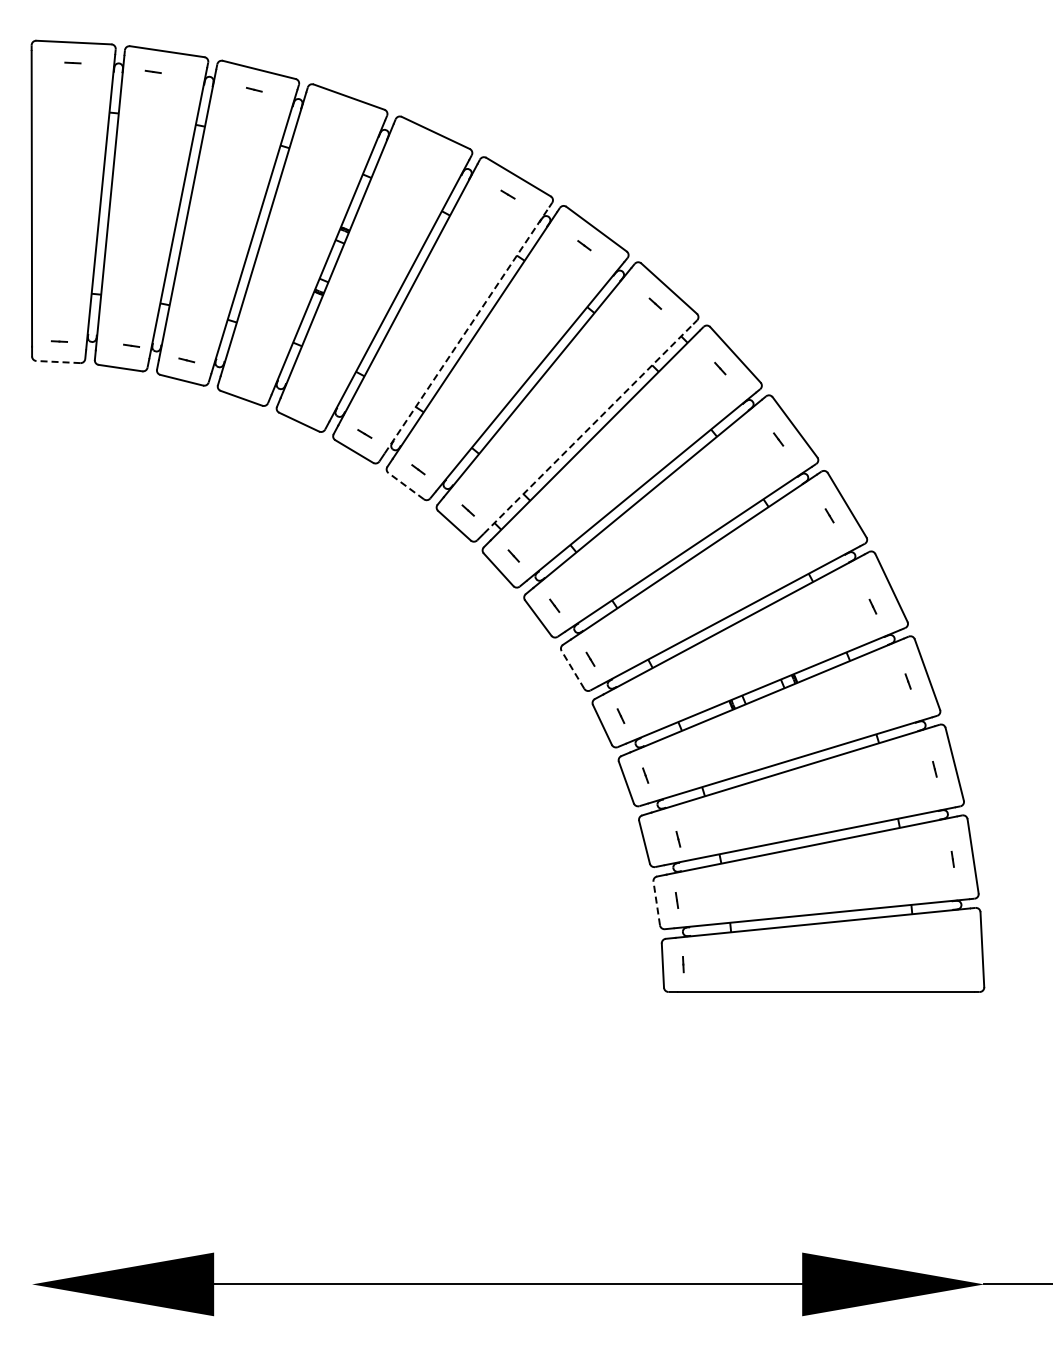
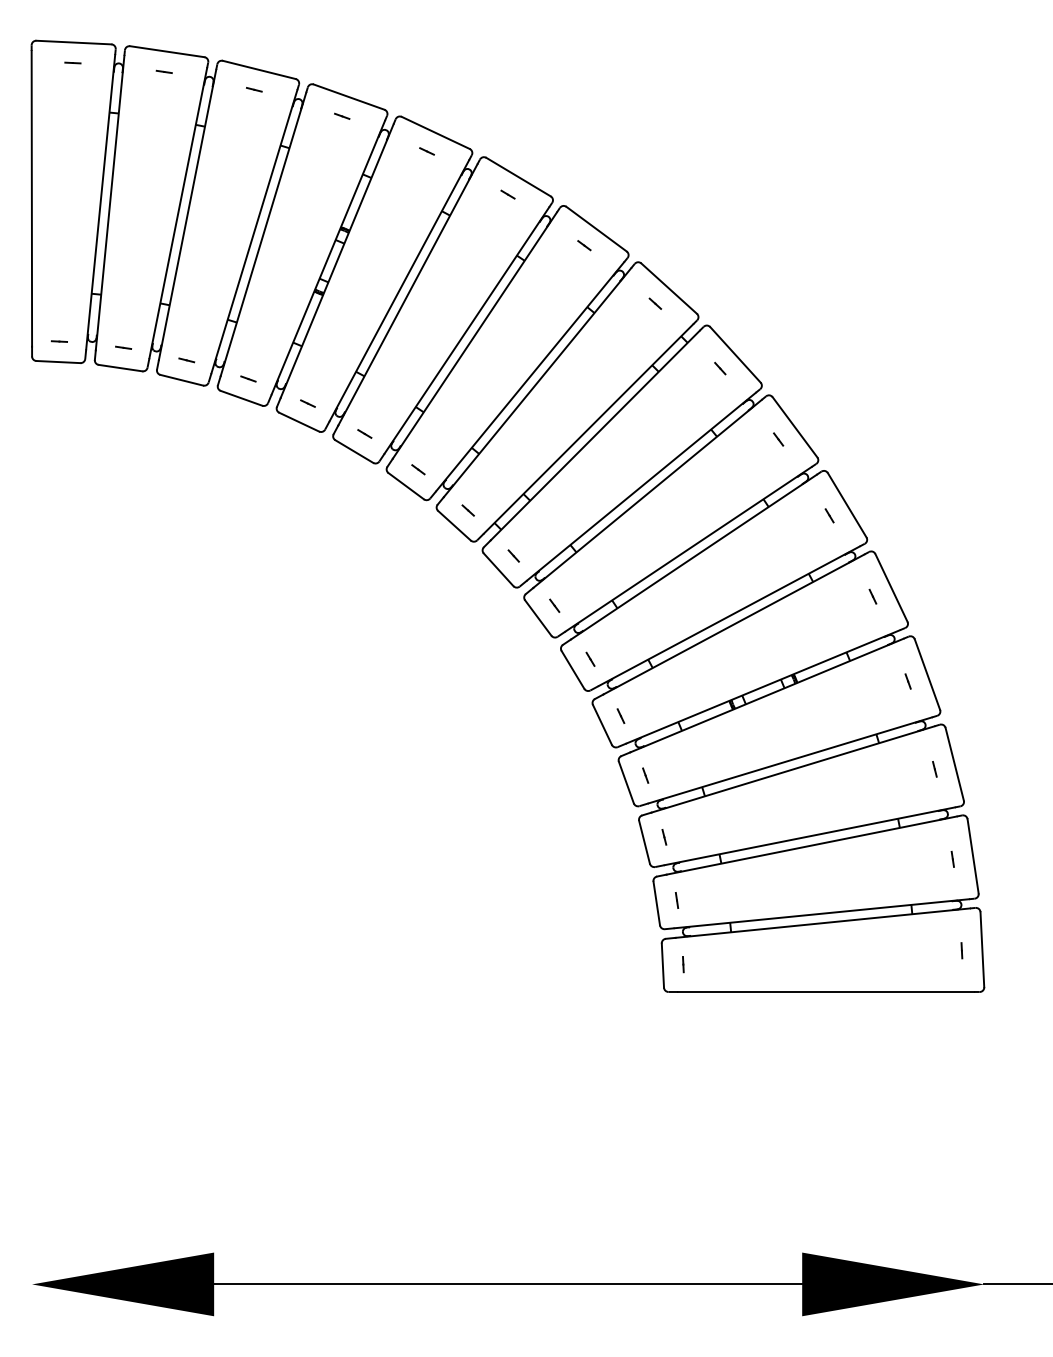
line at (152, 71) position: (152, 71) -> (163, 71)
line at (342, 115): none -> present
line at (426, 151): none -> present
line at (466, 330): dashed -> solid
line at (131, 345) position: (131, 345) -> (123, 347)
line at (57, 362): dashed -> solid
line at (248, 378): none -> present
line at (307, 403): none -> present
line at (588, 428): dashed -> solid
line at (405, 485): dashed -> solid
line at (872, 606) position: (872, 606) -> (872, 596)
line at (572, 669): dashed -> solid
line at (678, 839) position: (678, 839) -> (664, 837)
line at (656, 903): dashed -> solid
line at (961, 950): none -> present
